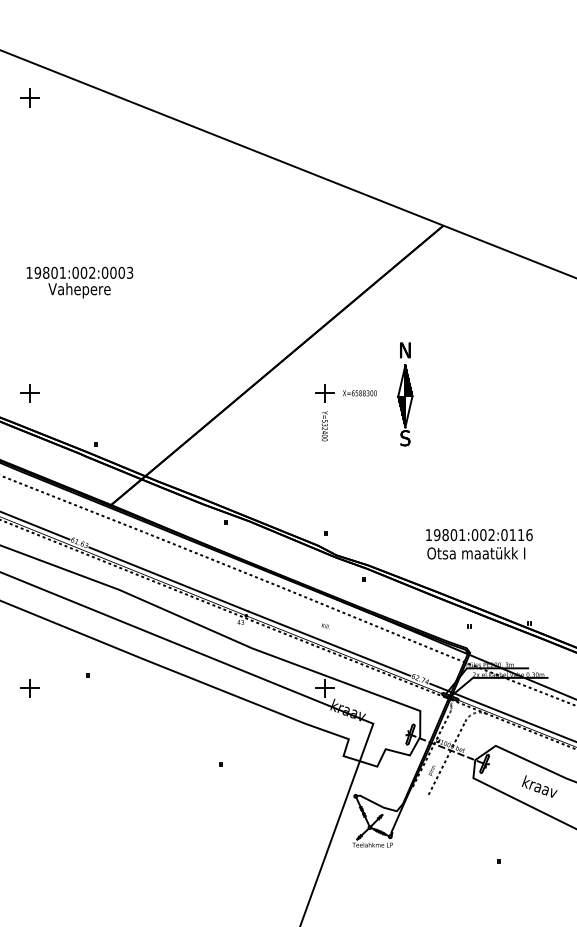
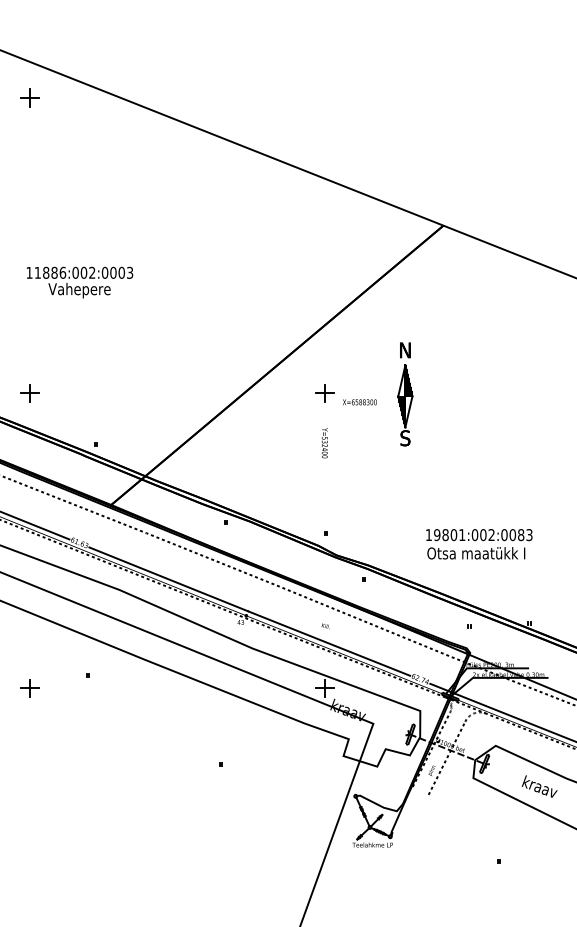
text at (50, 272): 19801:002:0003 -> 11886:002:0003
text at (359, 393) position: (359, 393) -> (359, 402)
text at (324, 426) position: (324, 426) -> (324, 443)
text at (520, 535): 19801:002:0116 -> 19801:002:0083
